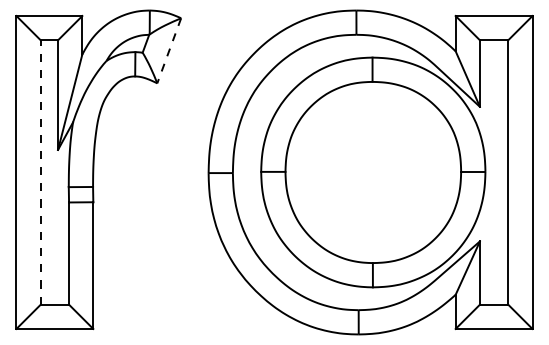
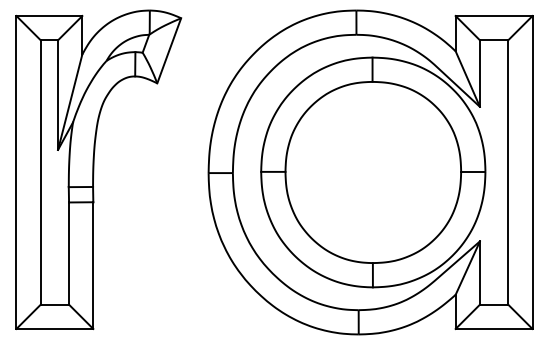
line at (169, 50): dashed -> solid
line at (40, 171): dashed -> solid
